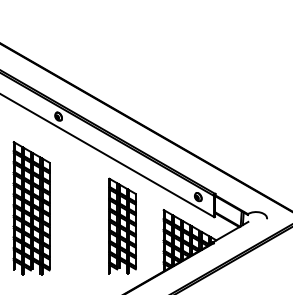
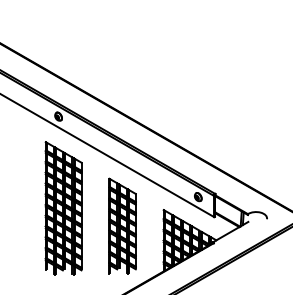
part at (31, 208) position: (31, 208) -> (63, 208)
